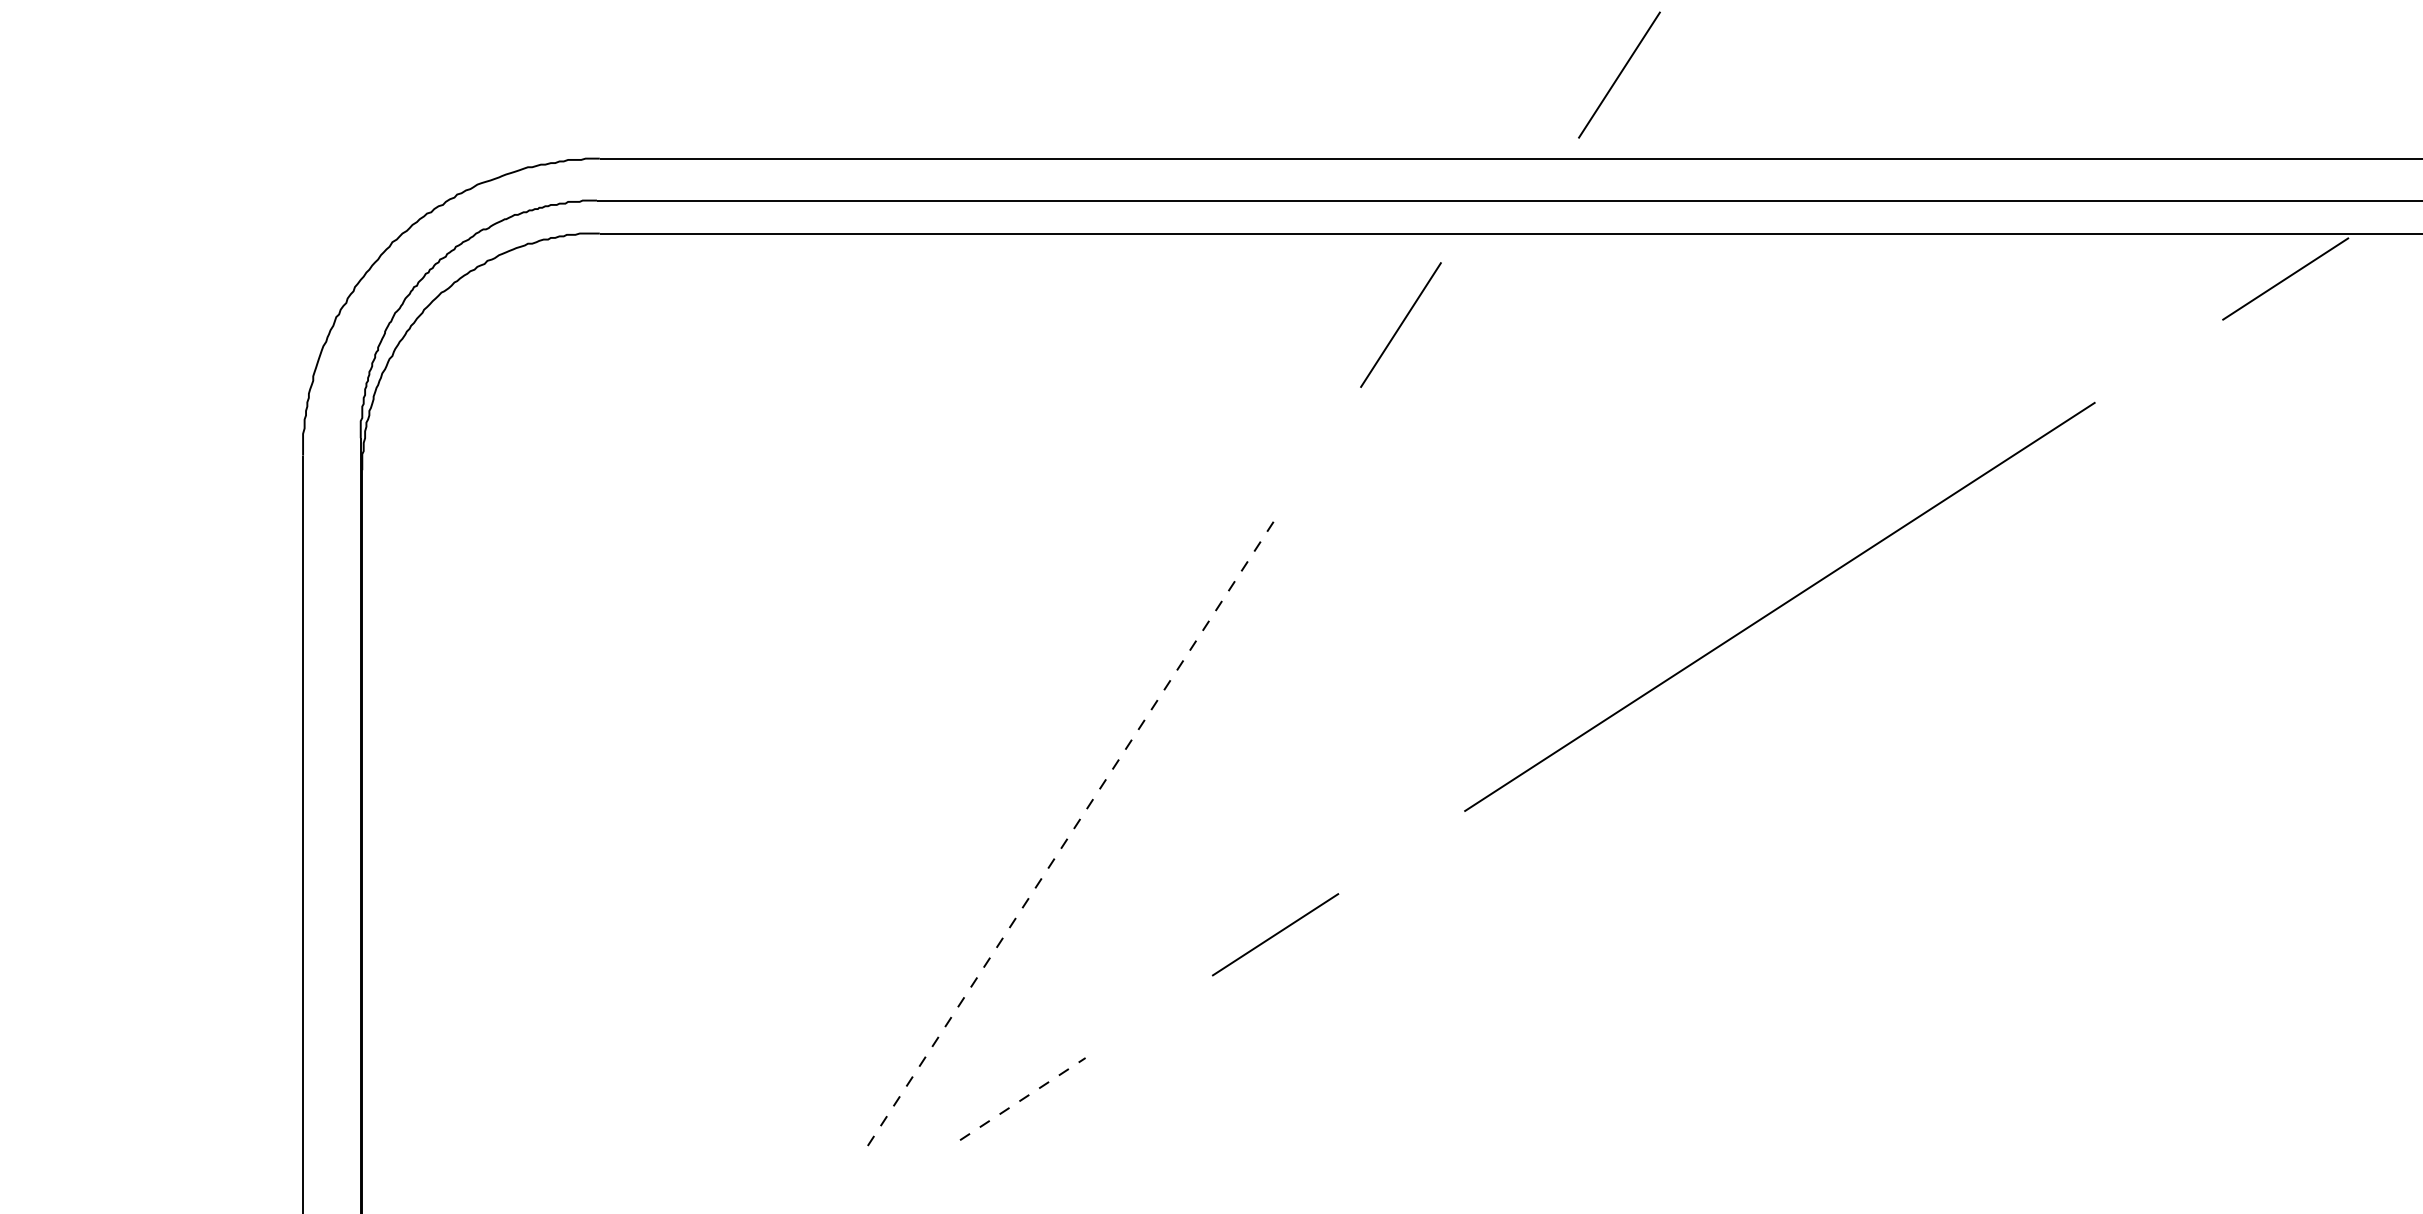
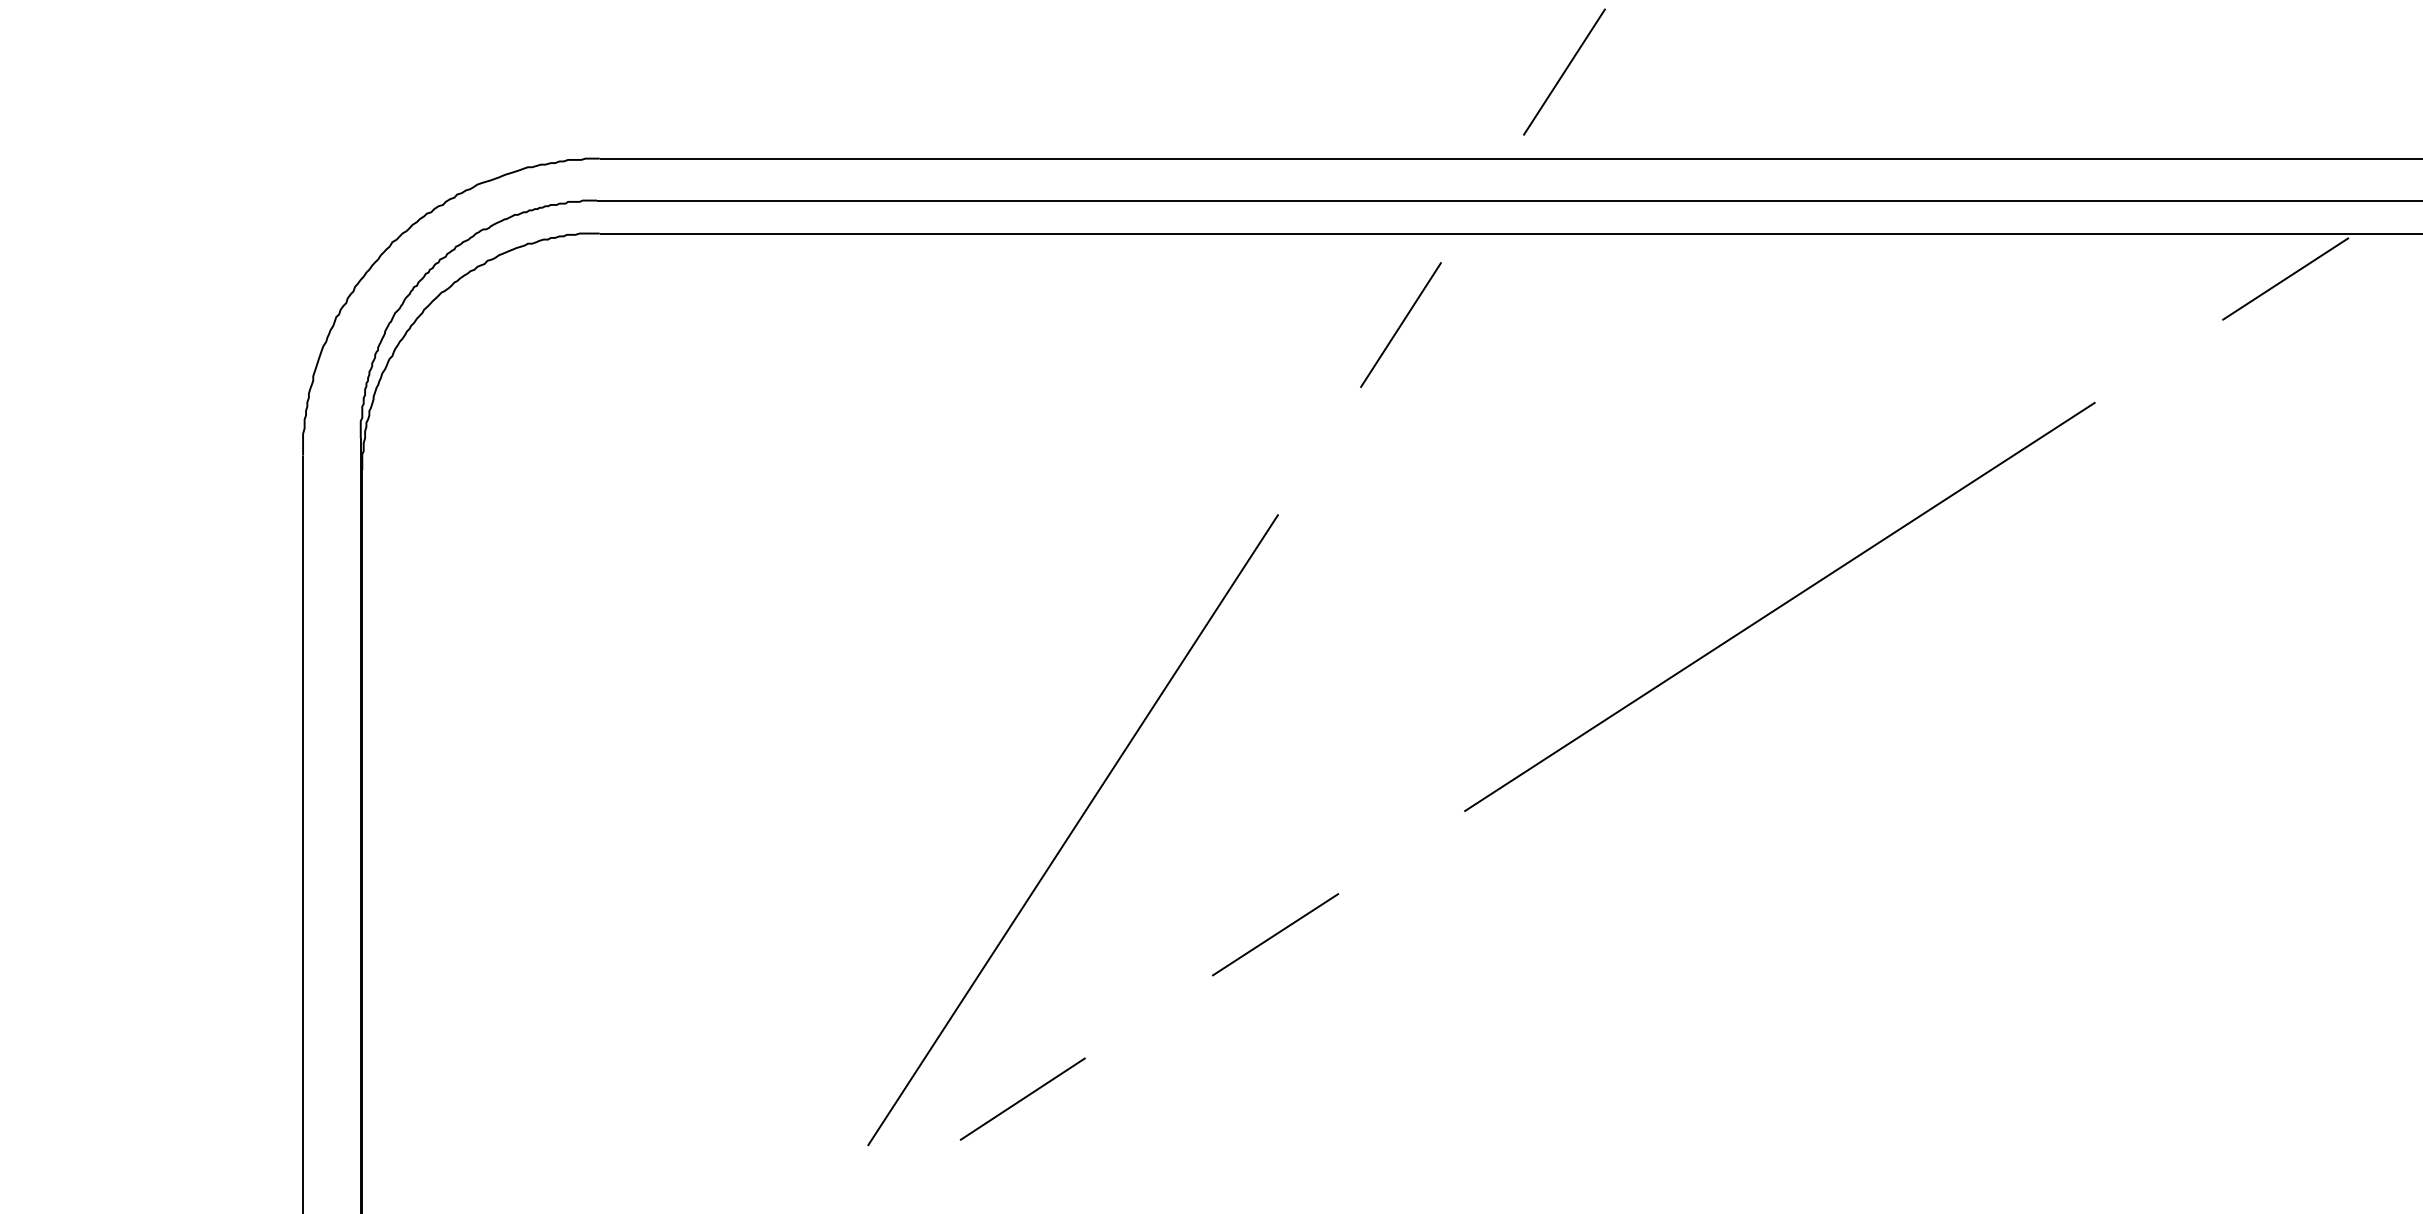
line at (1619, 74) position: (1619, 74) -> (1564, 71)
line at (1073, 830): dashed -> solid
line at (1023, 1098): dashed -> solid
